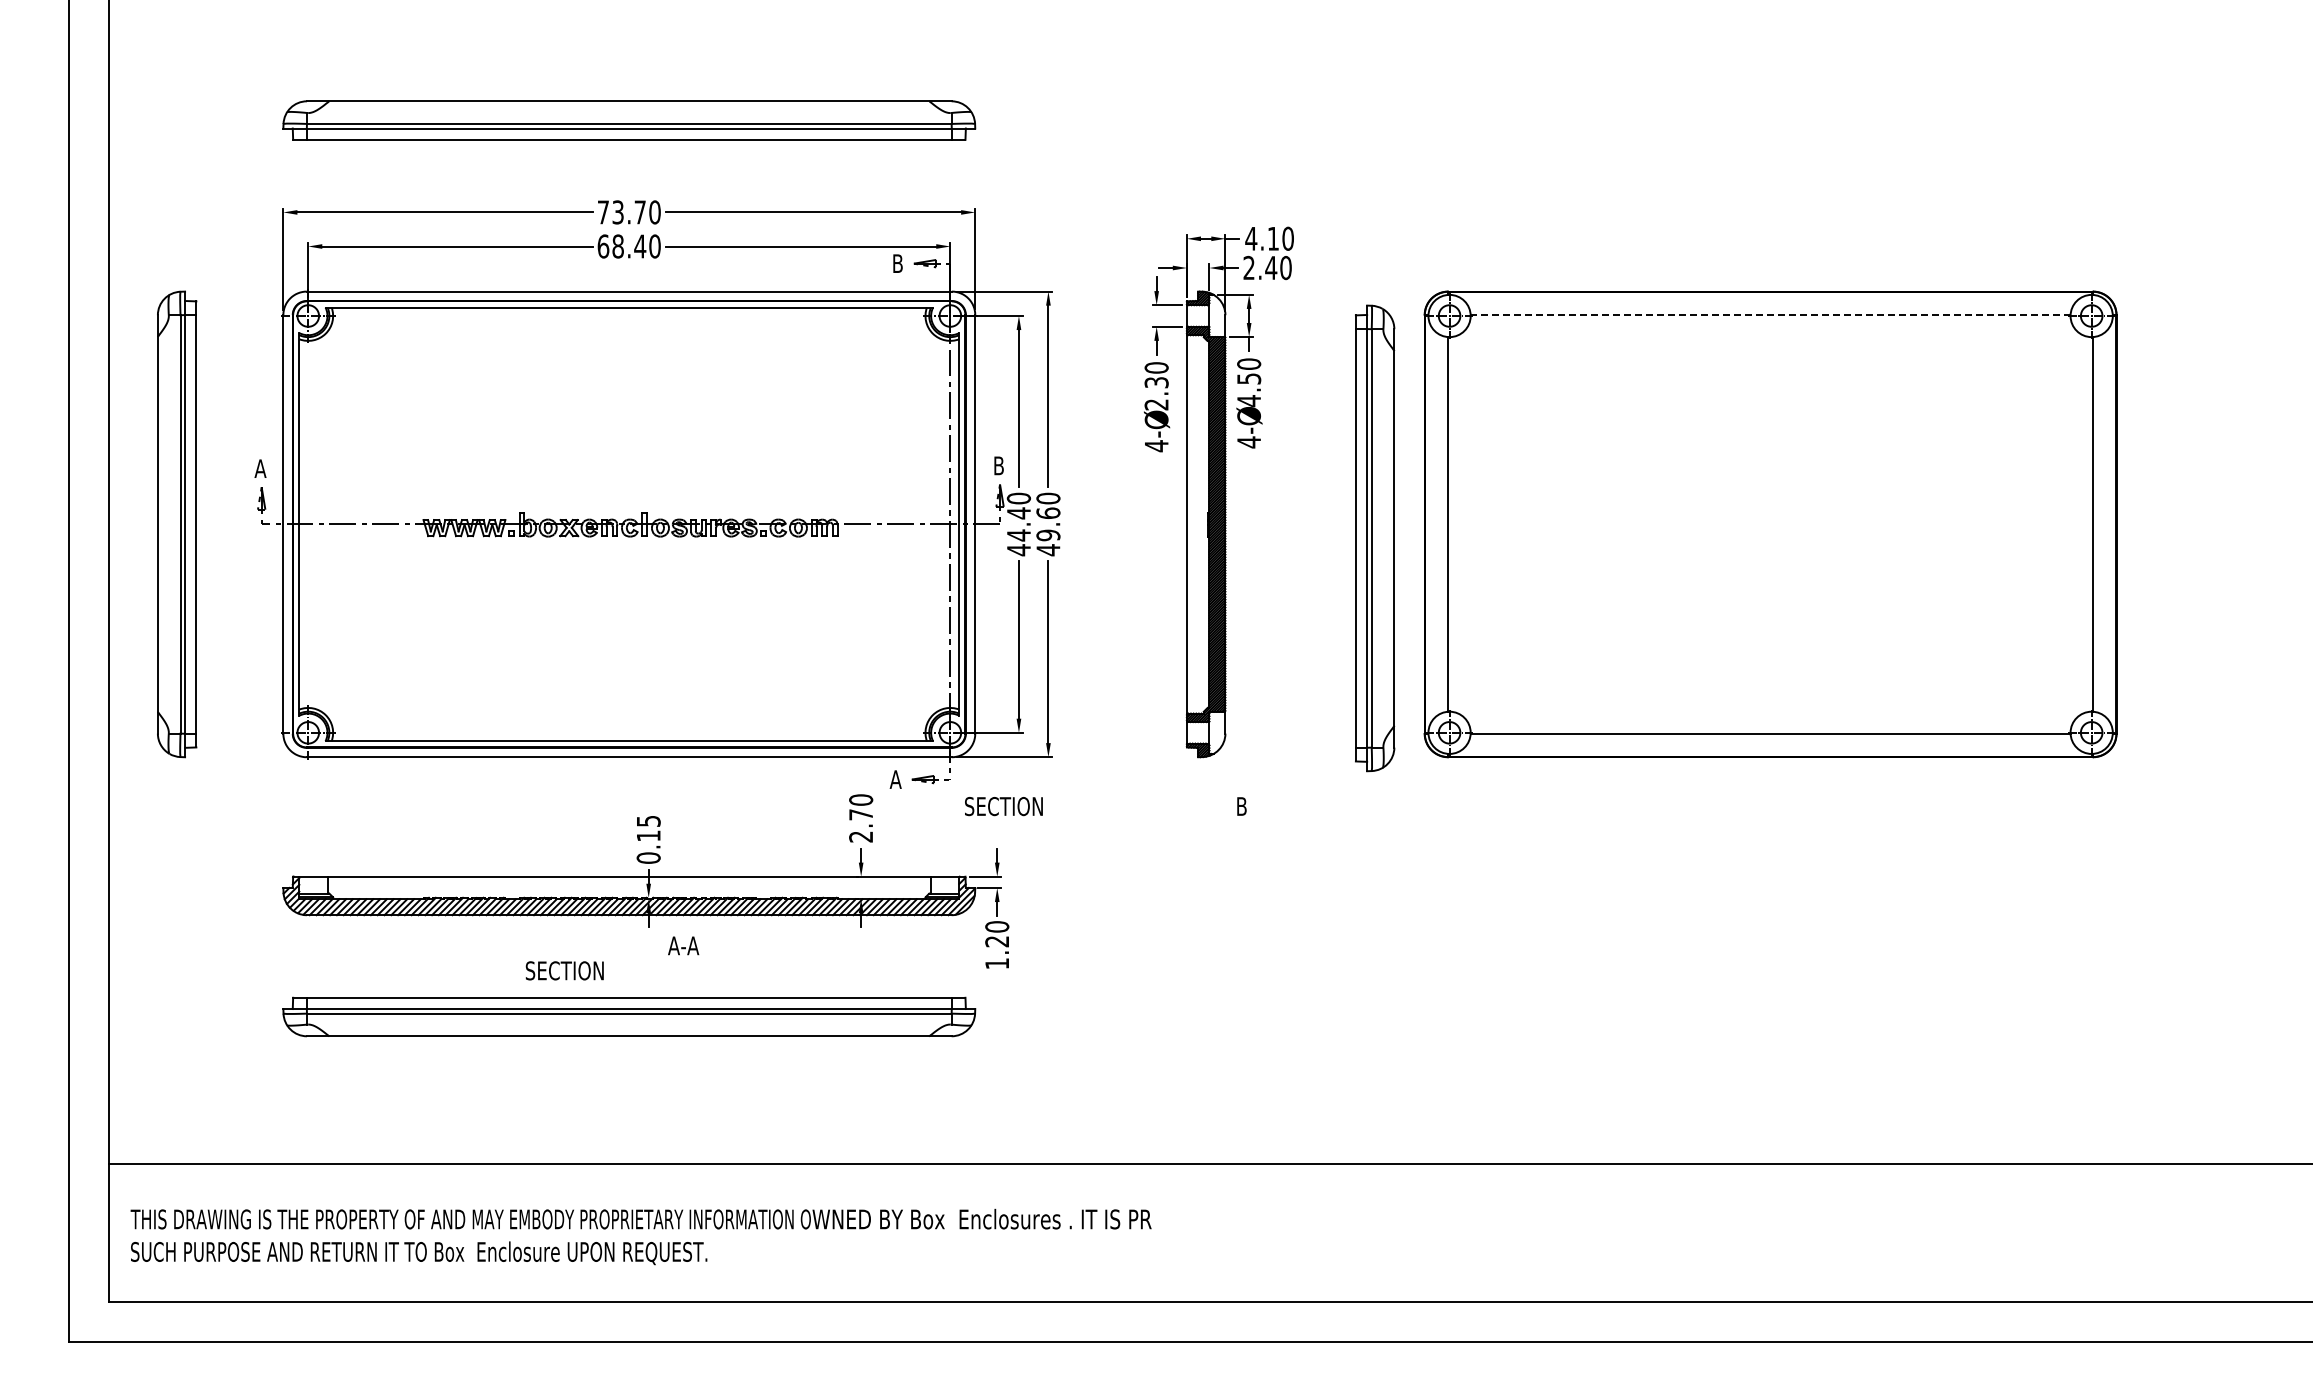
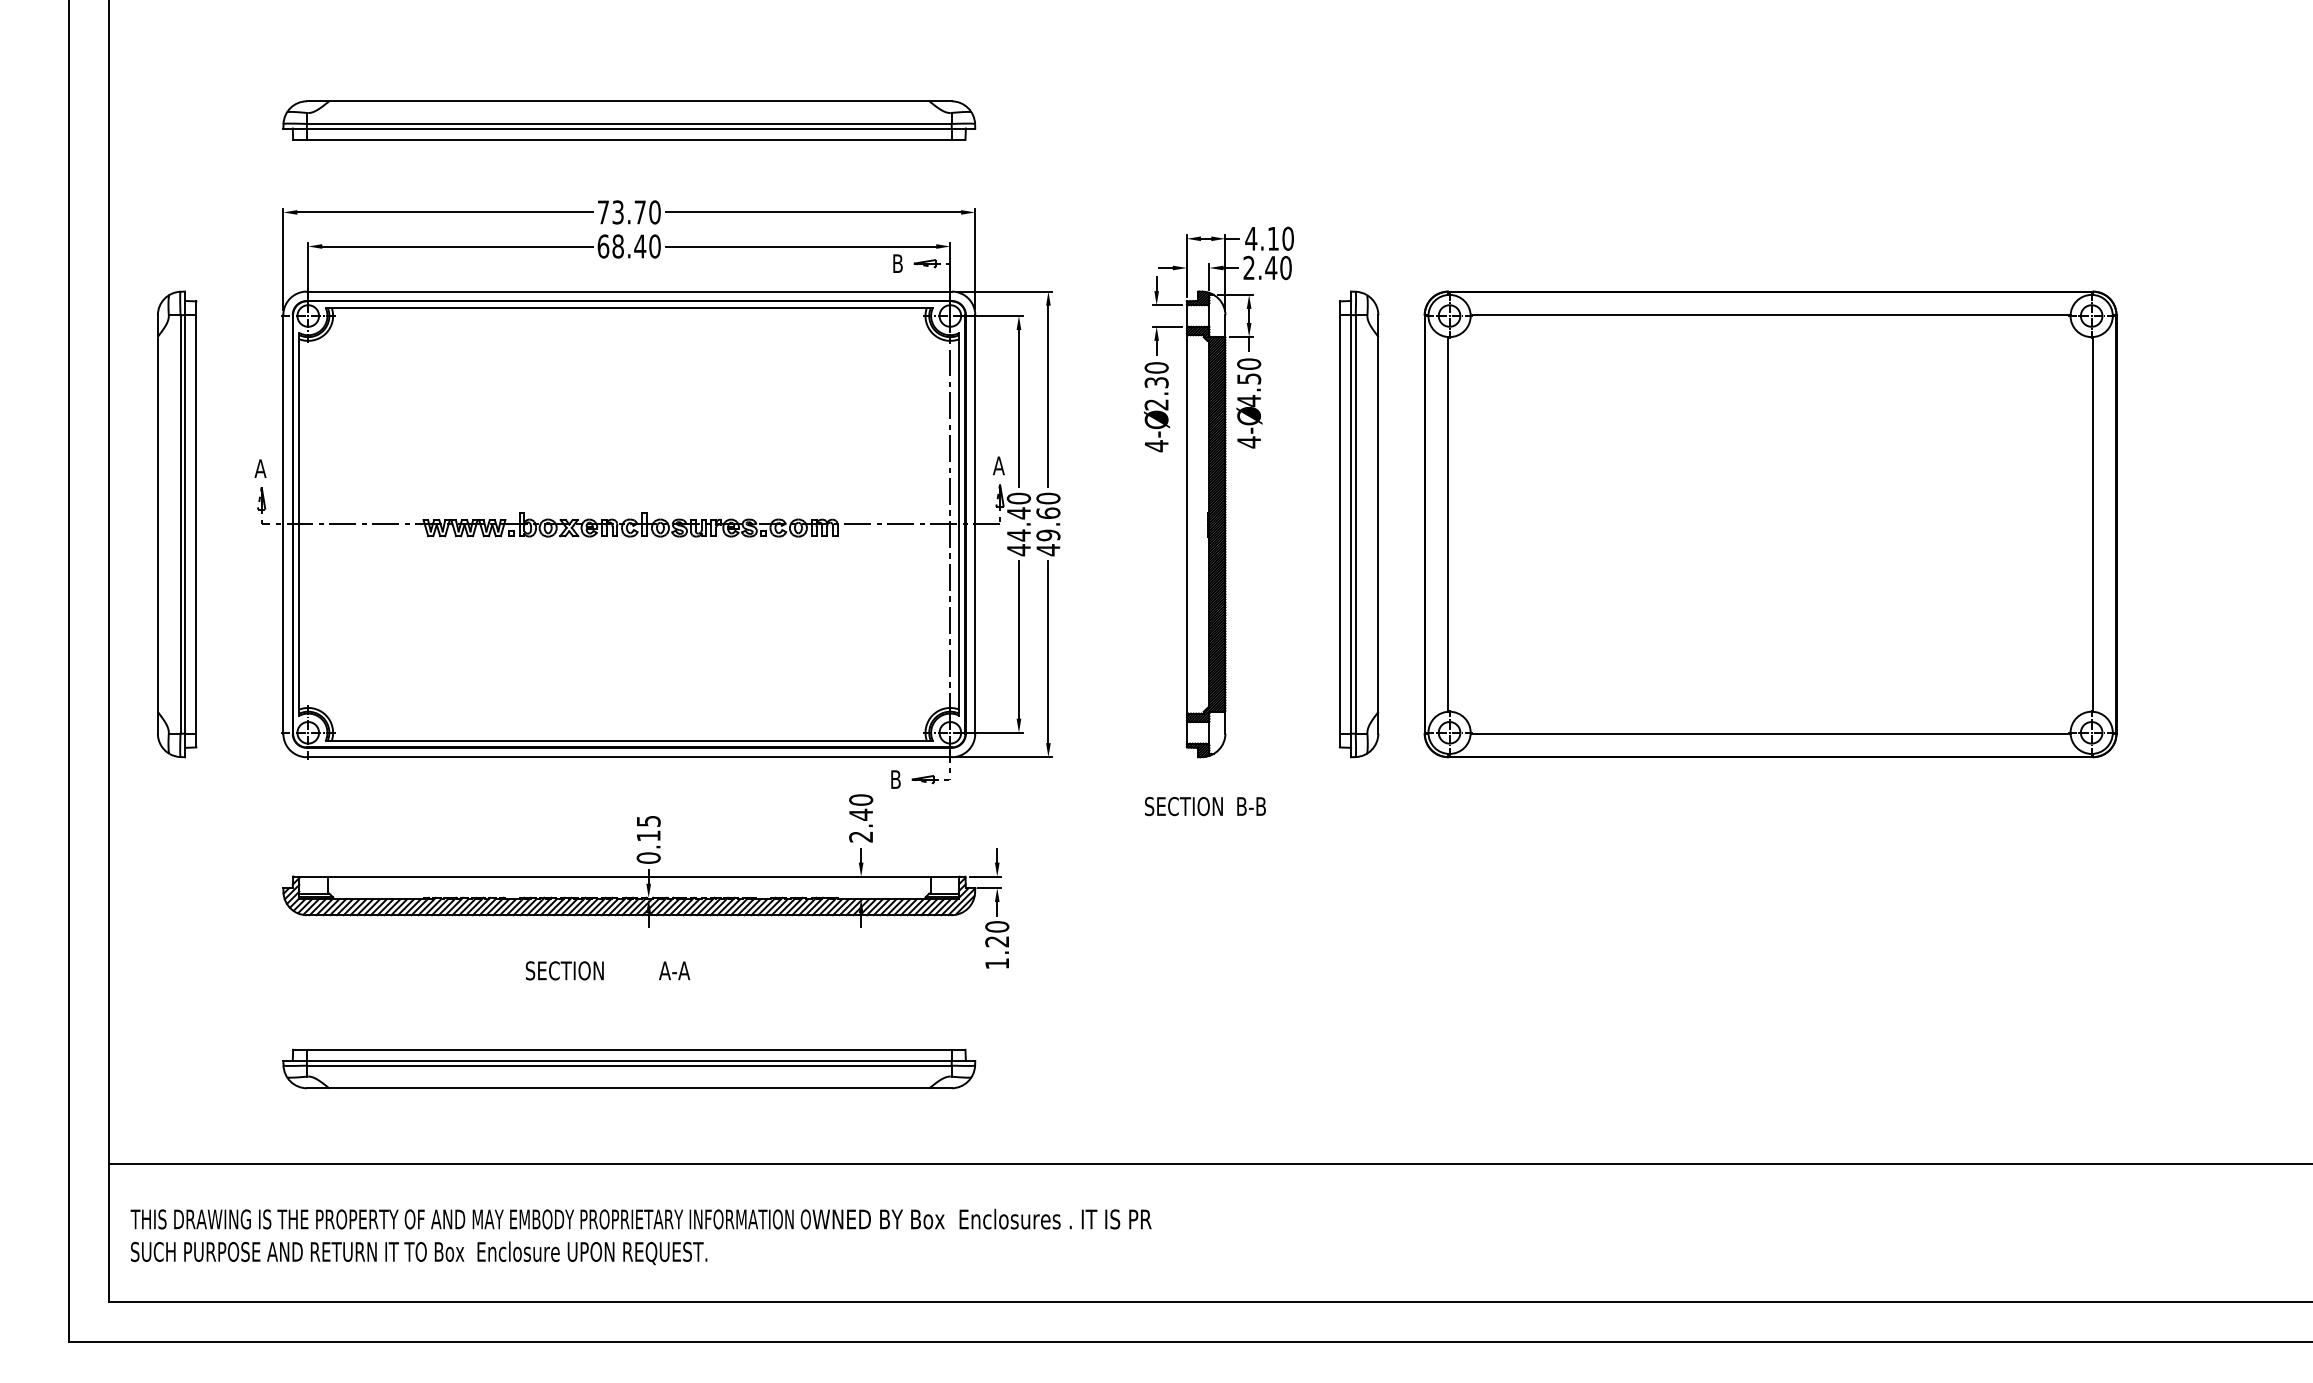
line at (1770, 315): dashed -> solid
text at (998, 465): B -> A
part at (1375, 538) position: (1375, 538) -> (1359, 524)
text at (895, 779): A -> B
text at (1003, 806) position: (1003, 806) -> (1183, 806)
text at (1257, 806): B -> B-B
text at (860, 814): 2.70 -> 2.40
text at (683, 945) position: (683, 945) -> (674, 970)
part at (629, 1016) position: (629, 1016) -> (629, 1068)
